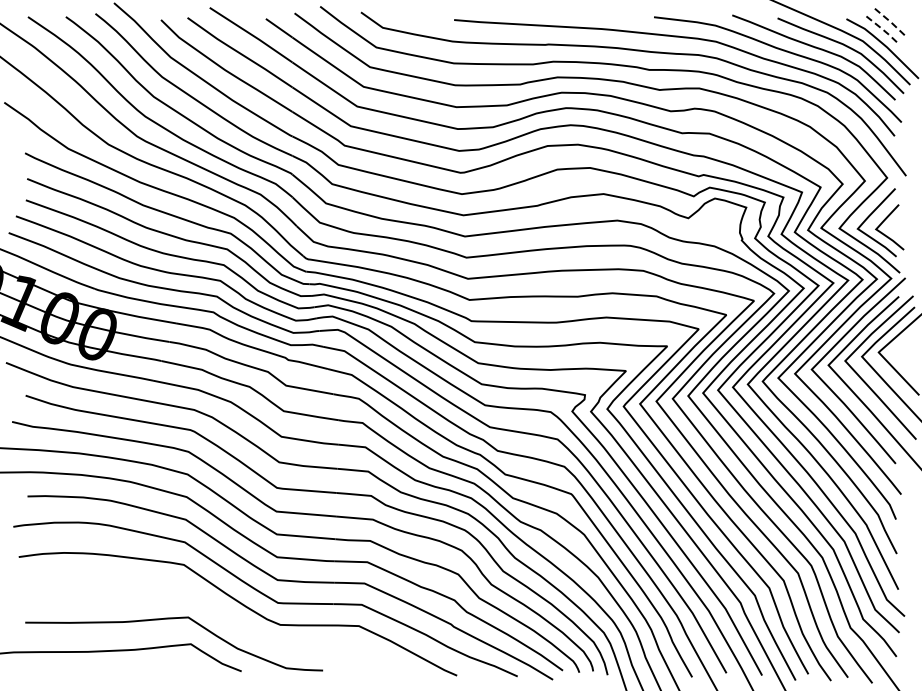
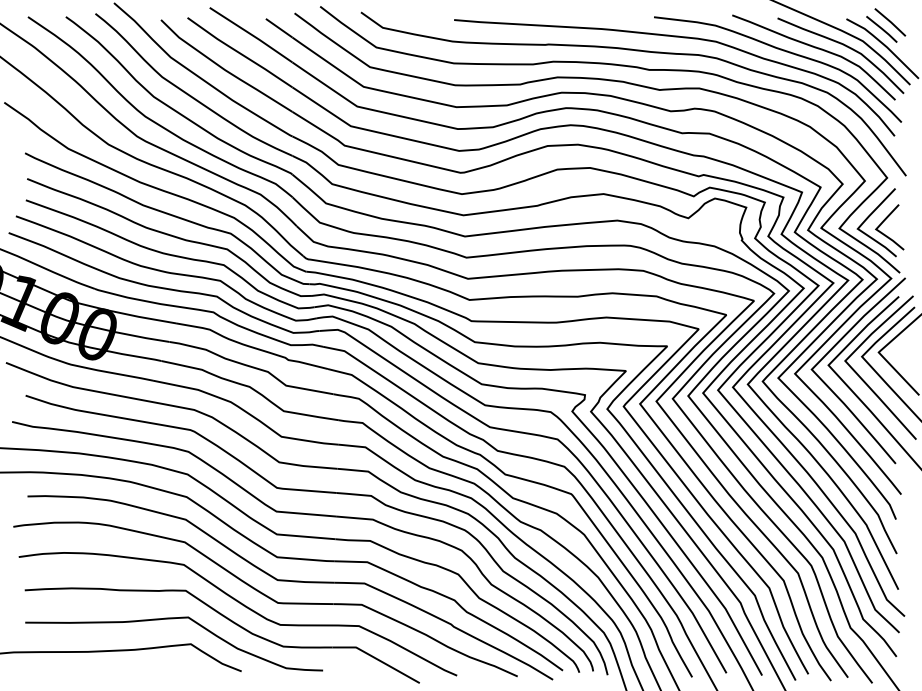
line at (891, 22): dashed -> solid
line at (882, 29): dashed -> solid
part at (231, 622): none -> present
